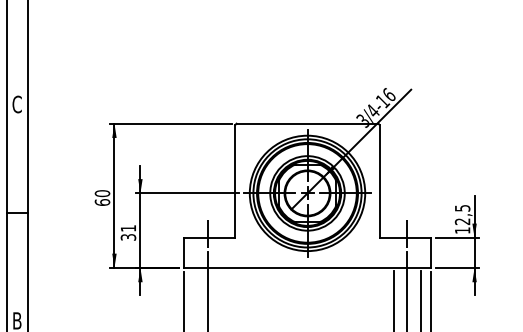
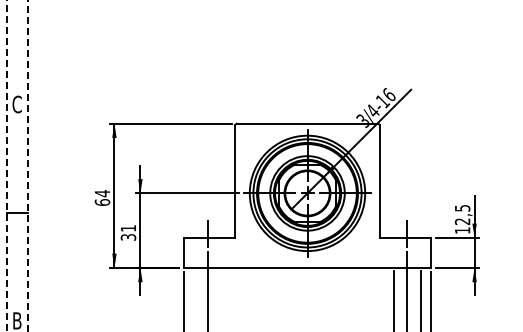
line at (6, 165): solid -> dashed
line at (28, 165): solid -> dashed
text at (102, 193): 60 -> 64
